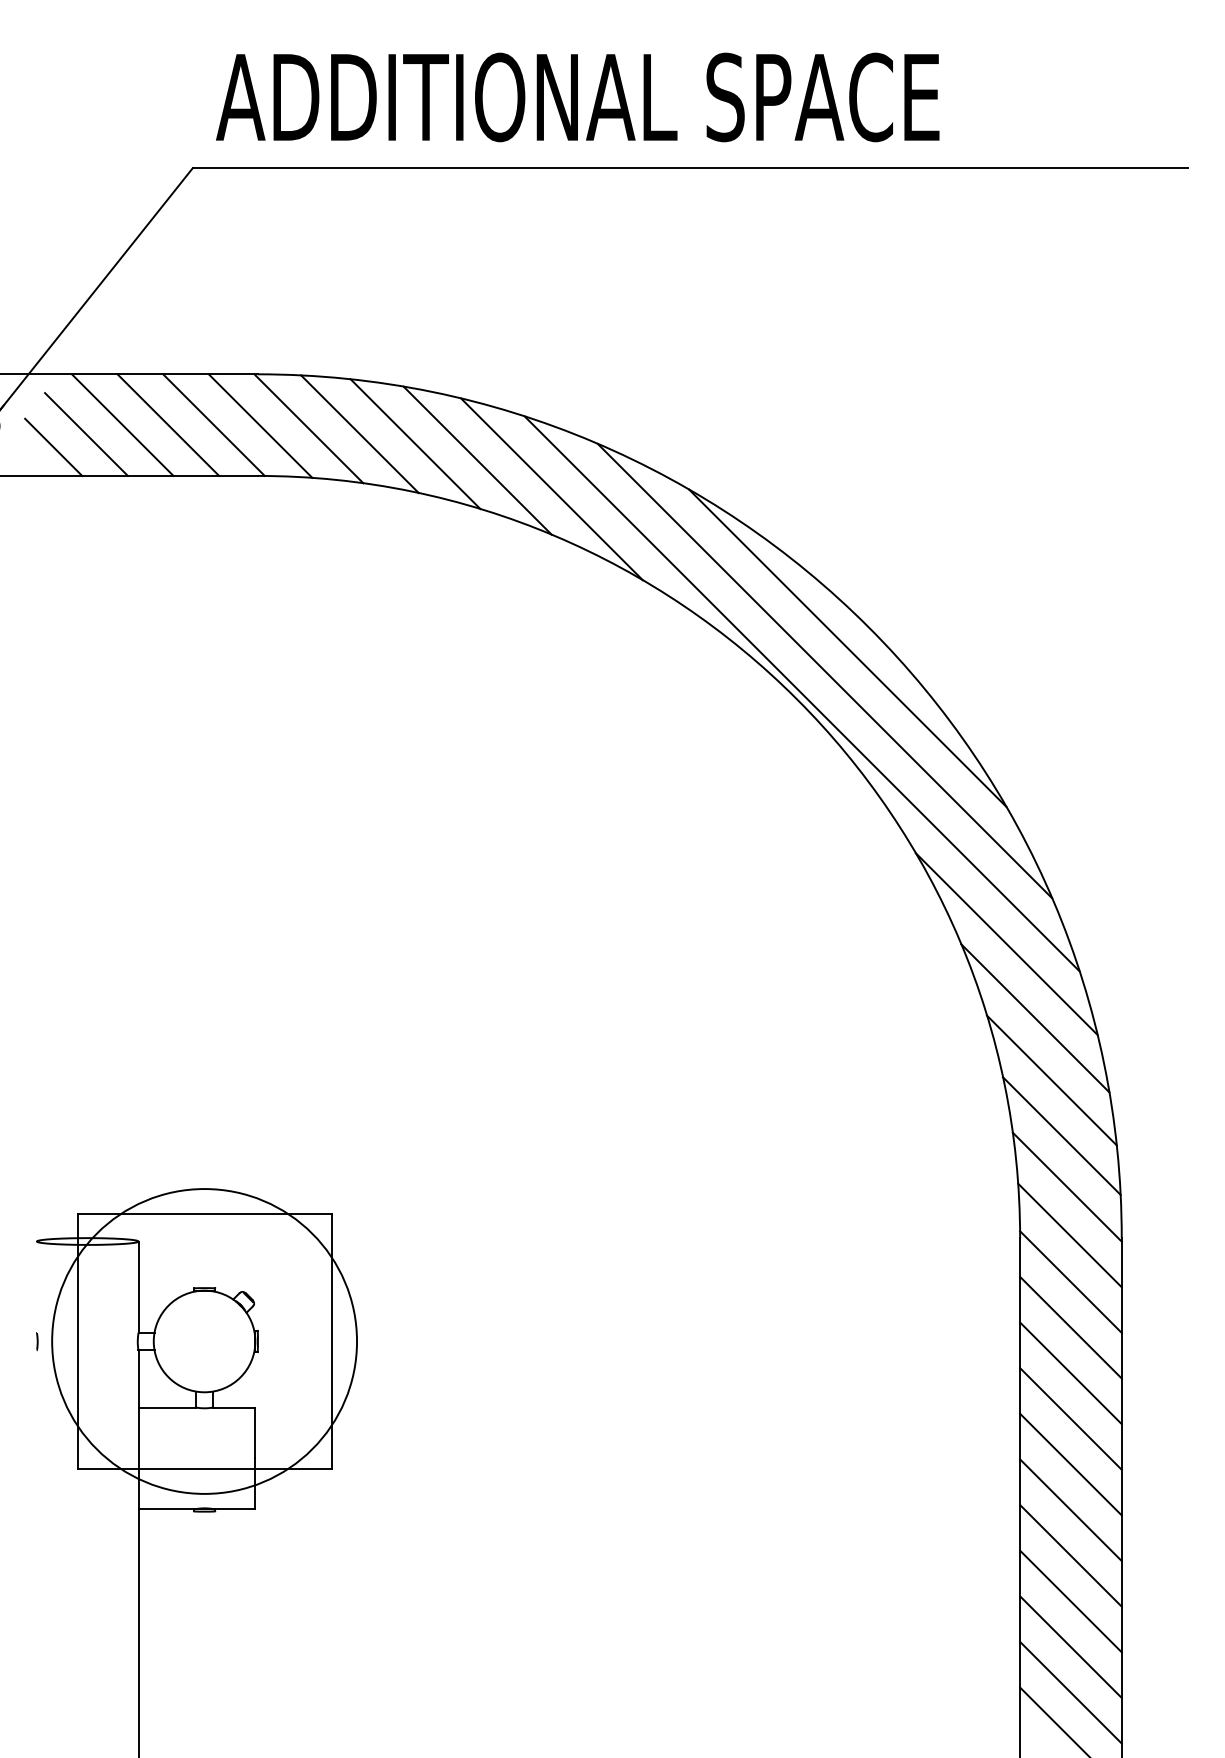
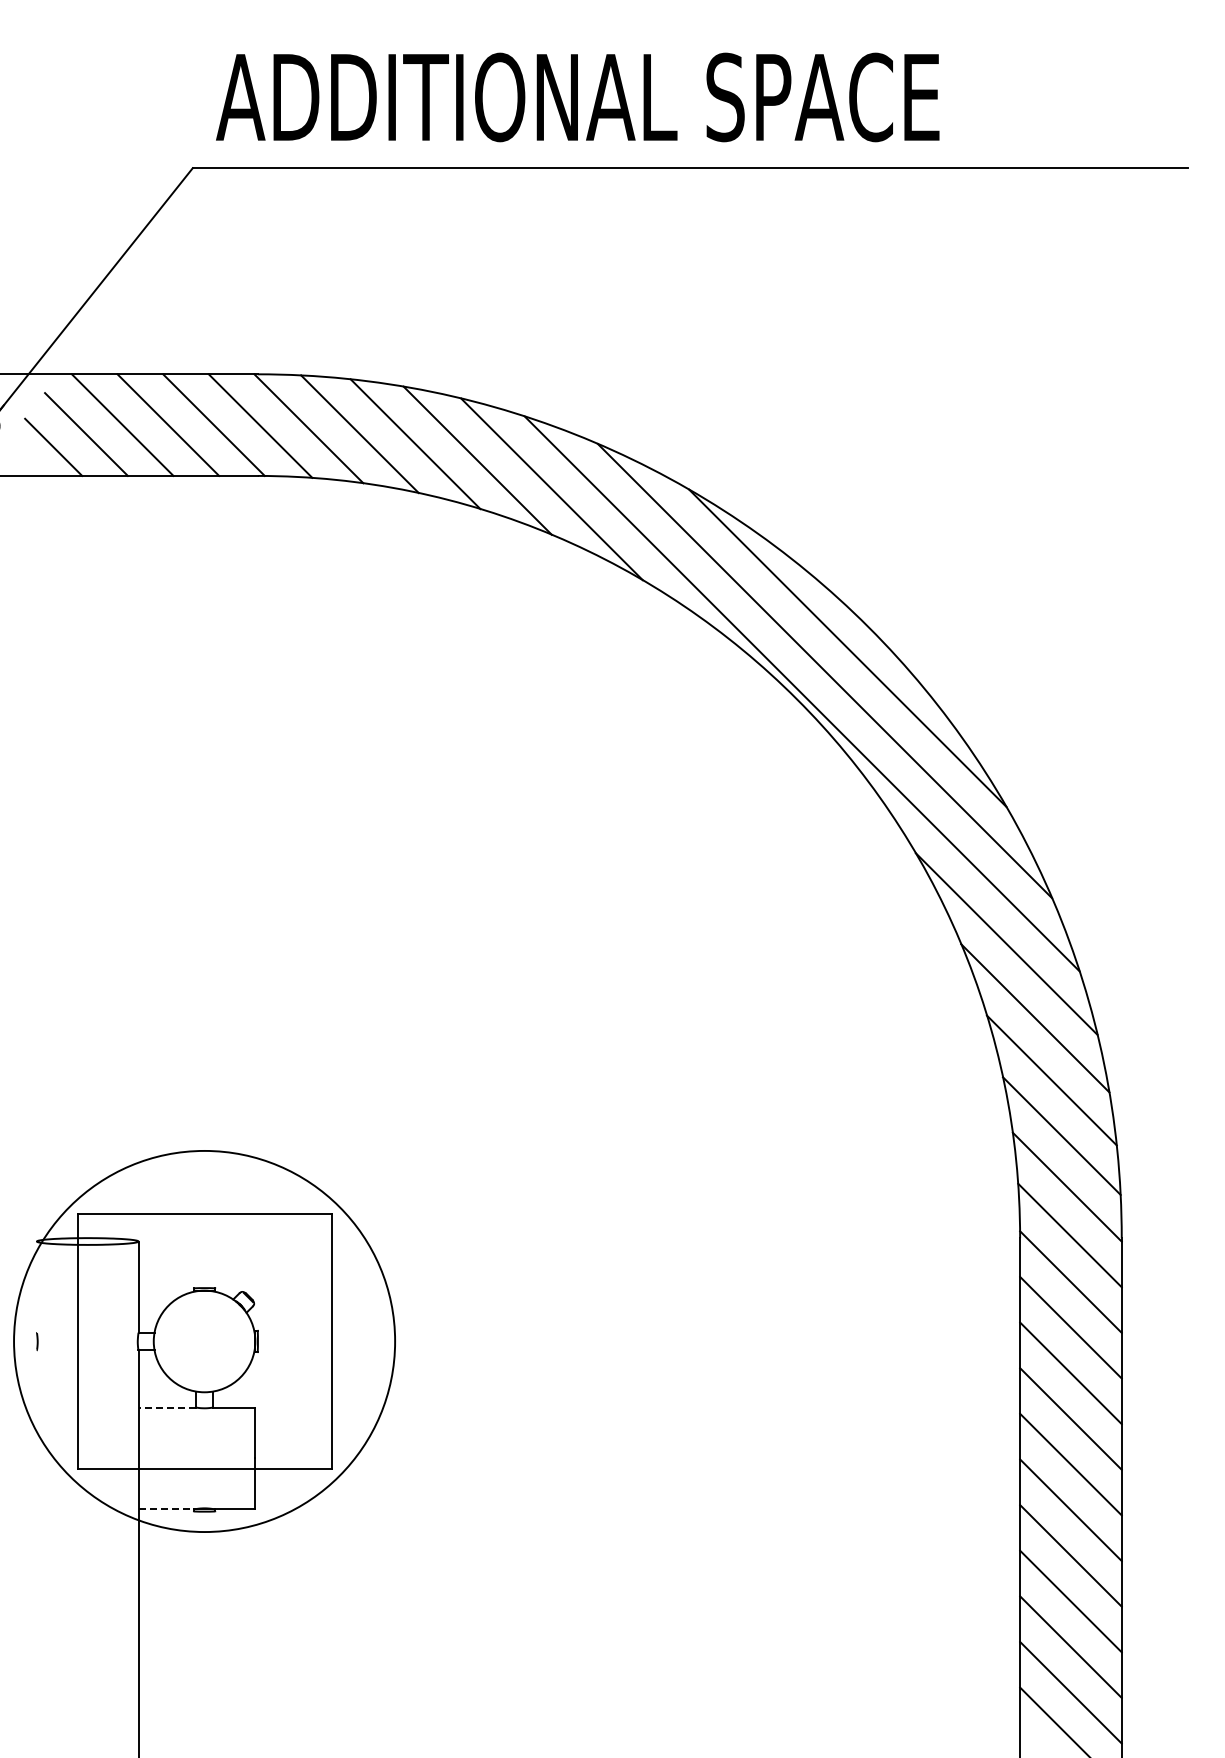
circle at (204, 1341) diameter: 305 px -> 381 px
line at (167, 1407): solid -> dashed
line at (166, 1509): solid -> dashed
